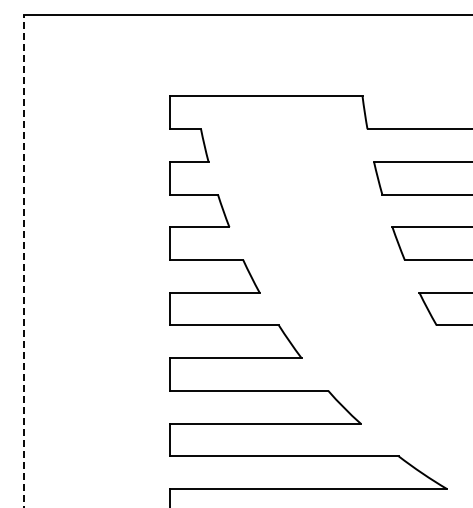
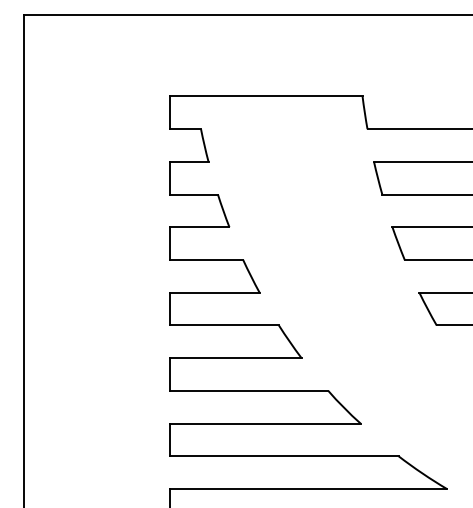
line at (24, 260): dashed -> solid
